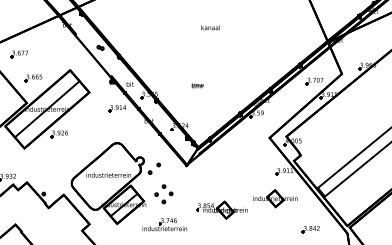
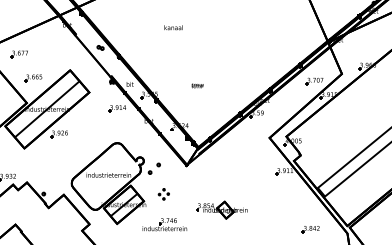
text at (210, 27) position: (210, 27) -> (173, 27)
part at (163, 194) size: 20x21 px -> 13x13 px
part at (275, 198): present -> none
